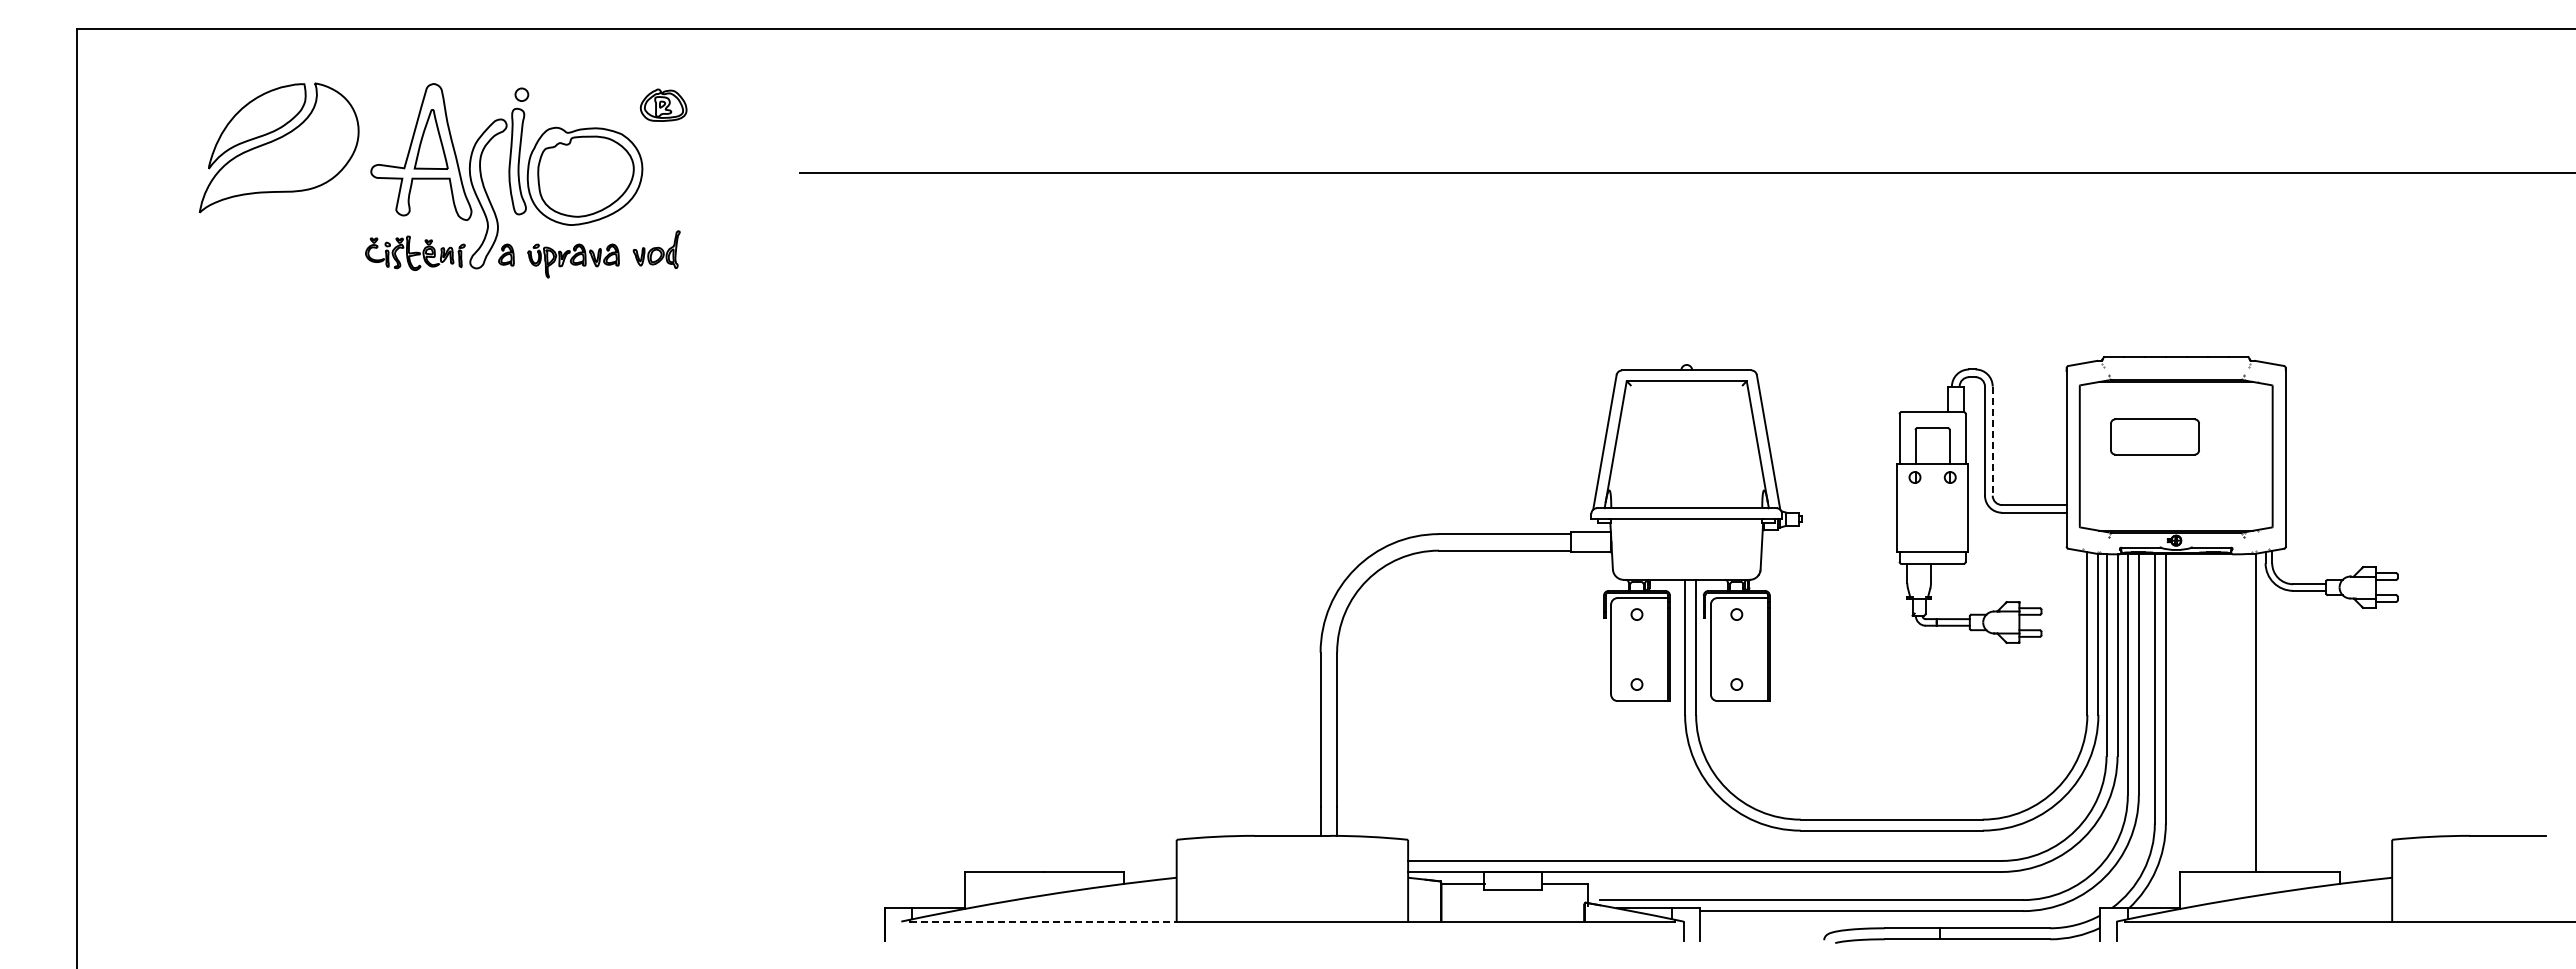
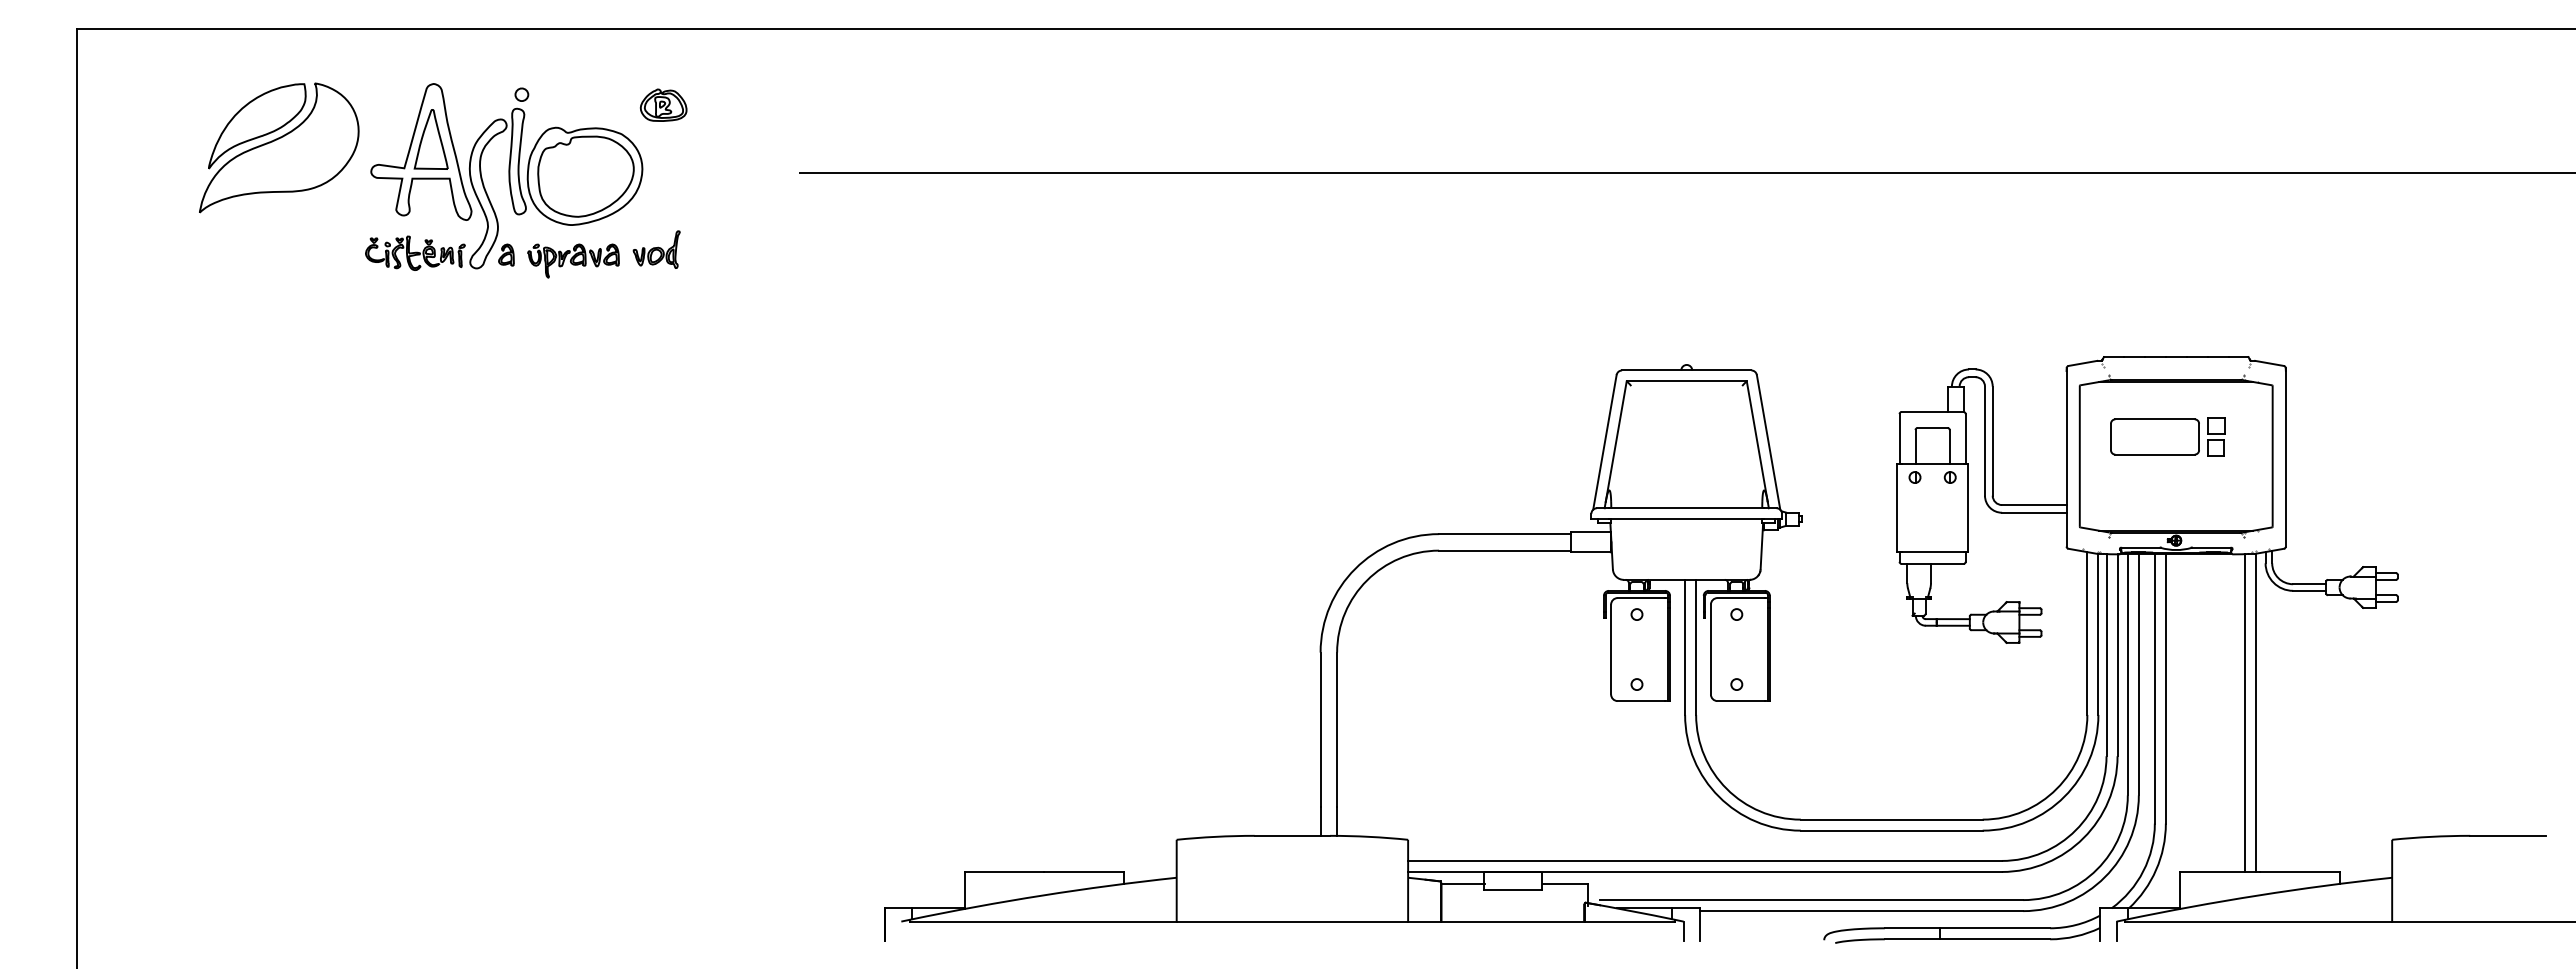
part at (2216, 436): none -> present
line at (1992, 441): dashed -> solid
line at (2245, 713): none -> present
line at (1043, 921): dashed -> solid
